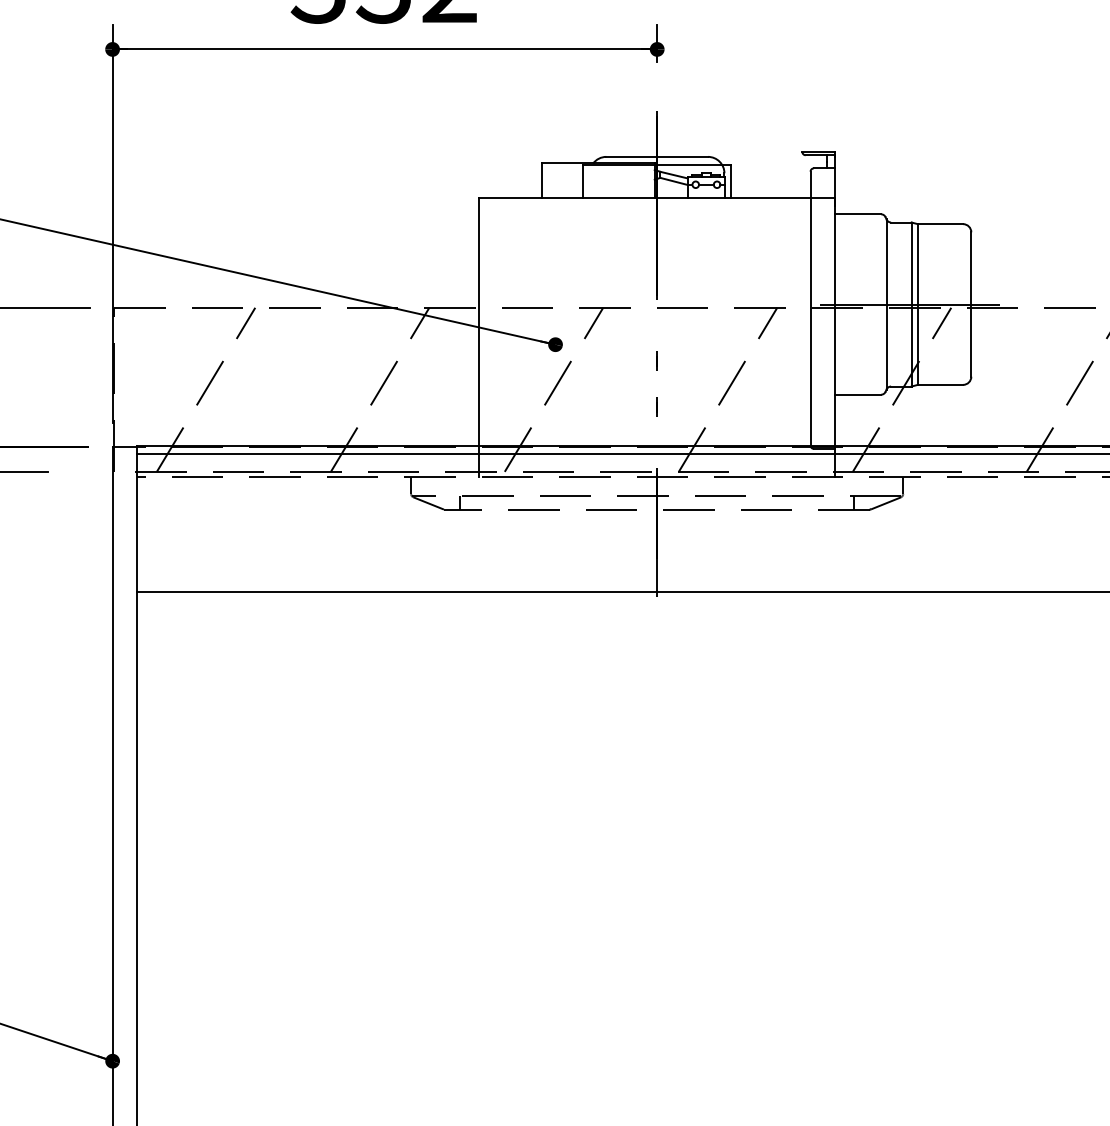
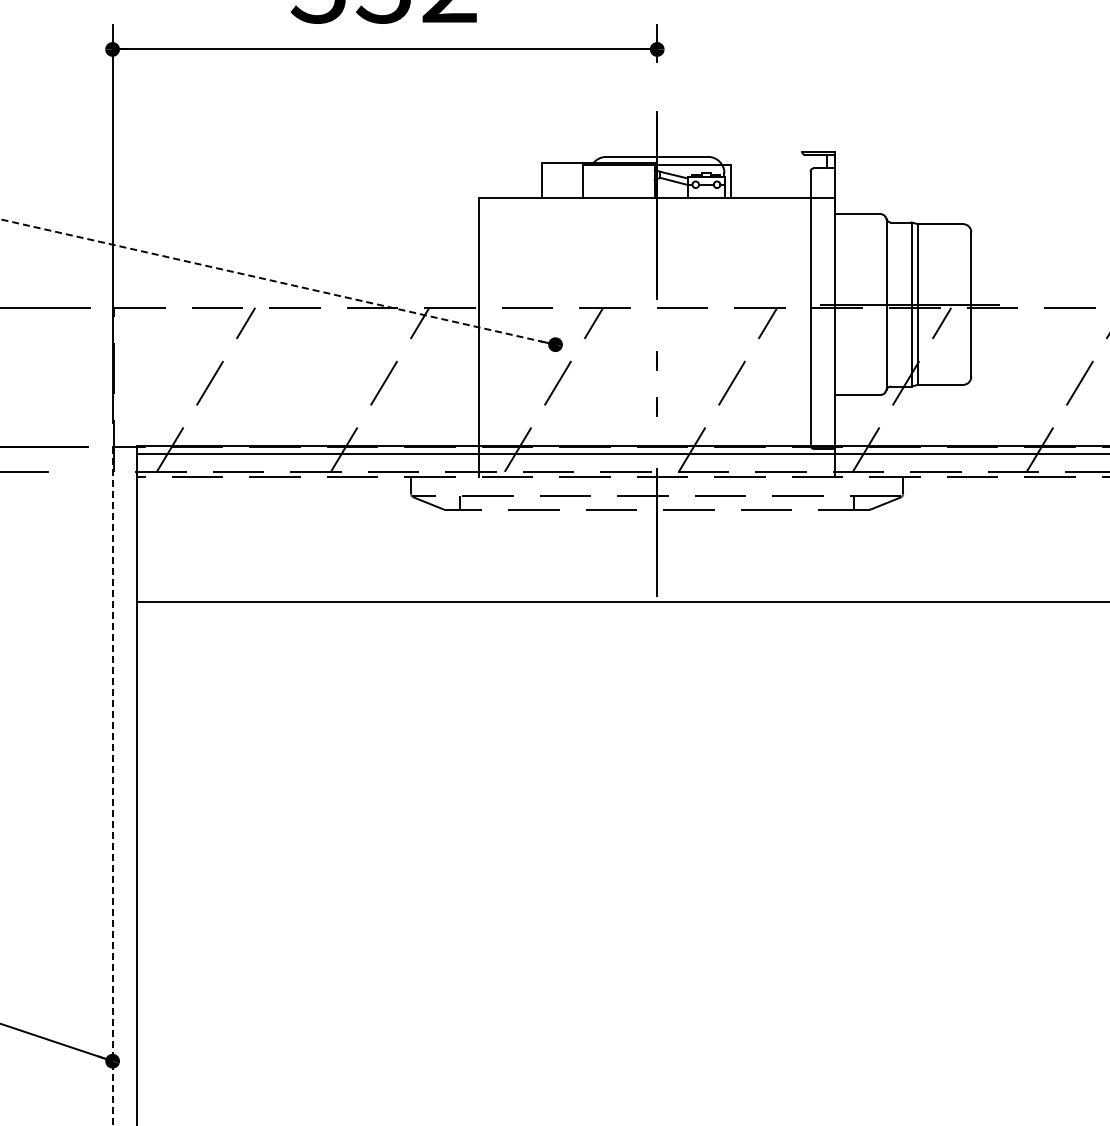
line at (277, 281): solid -> dashed
line at (621, 591) position: (621, 591) -> (621, 601)
line at (112, 786): solid -> dashed
